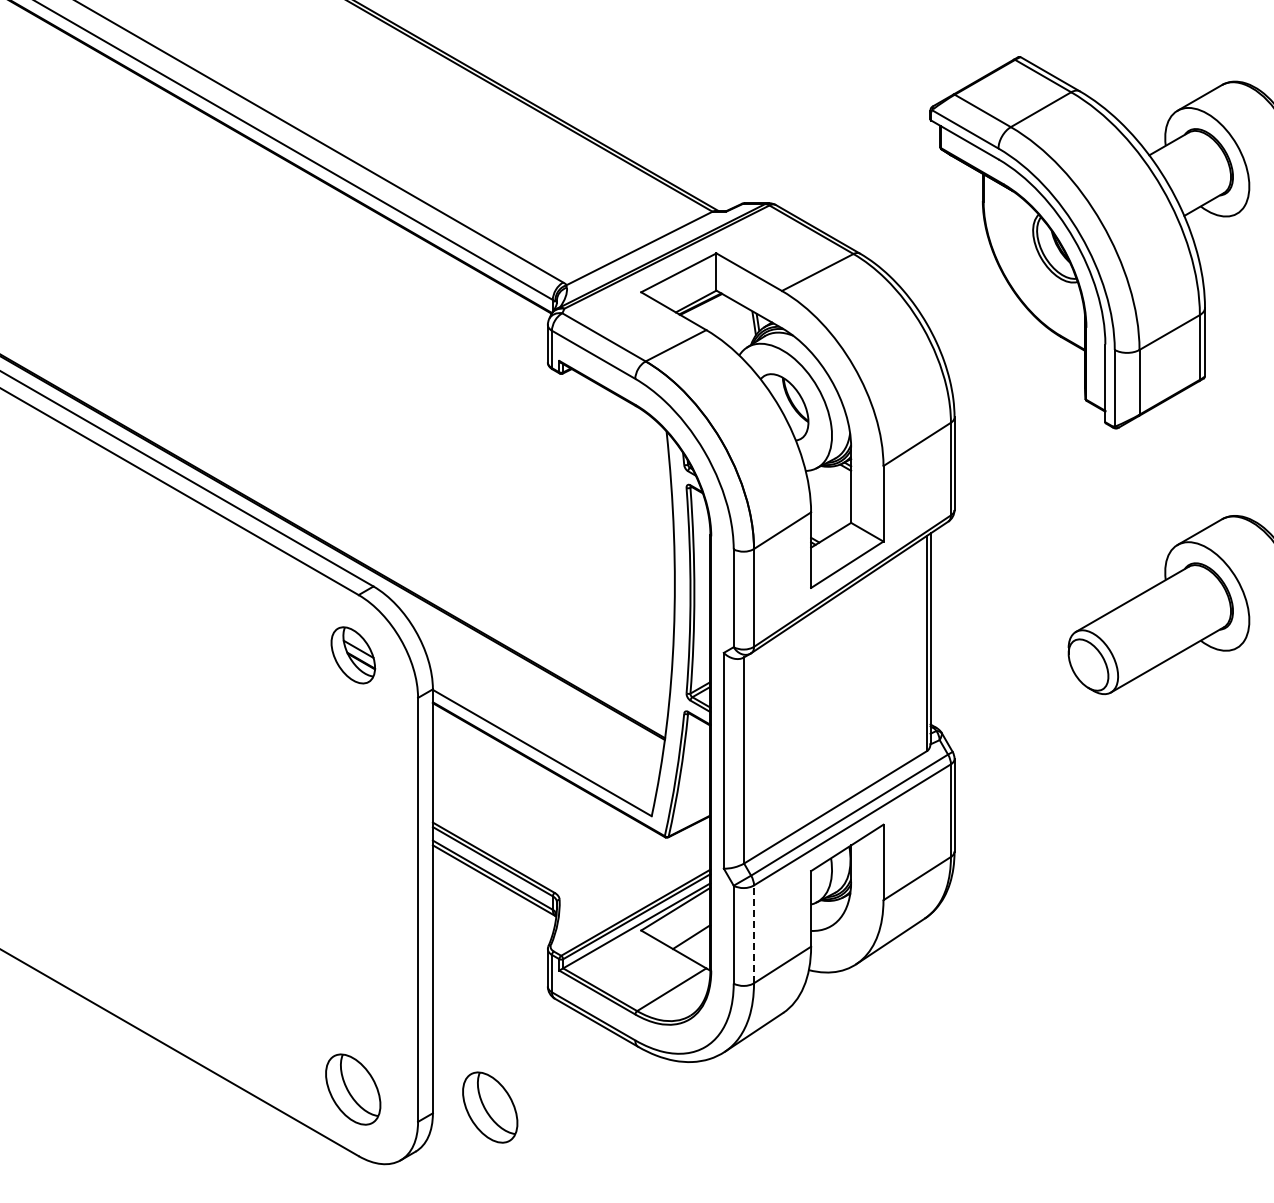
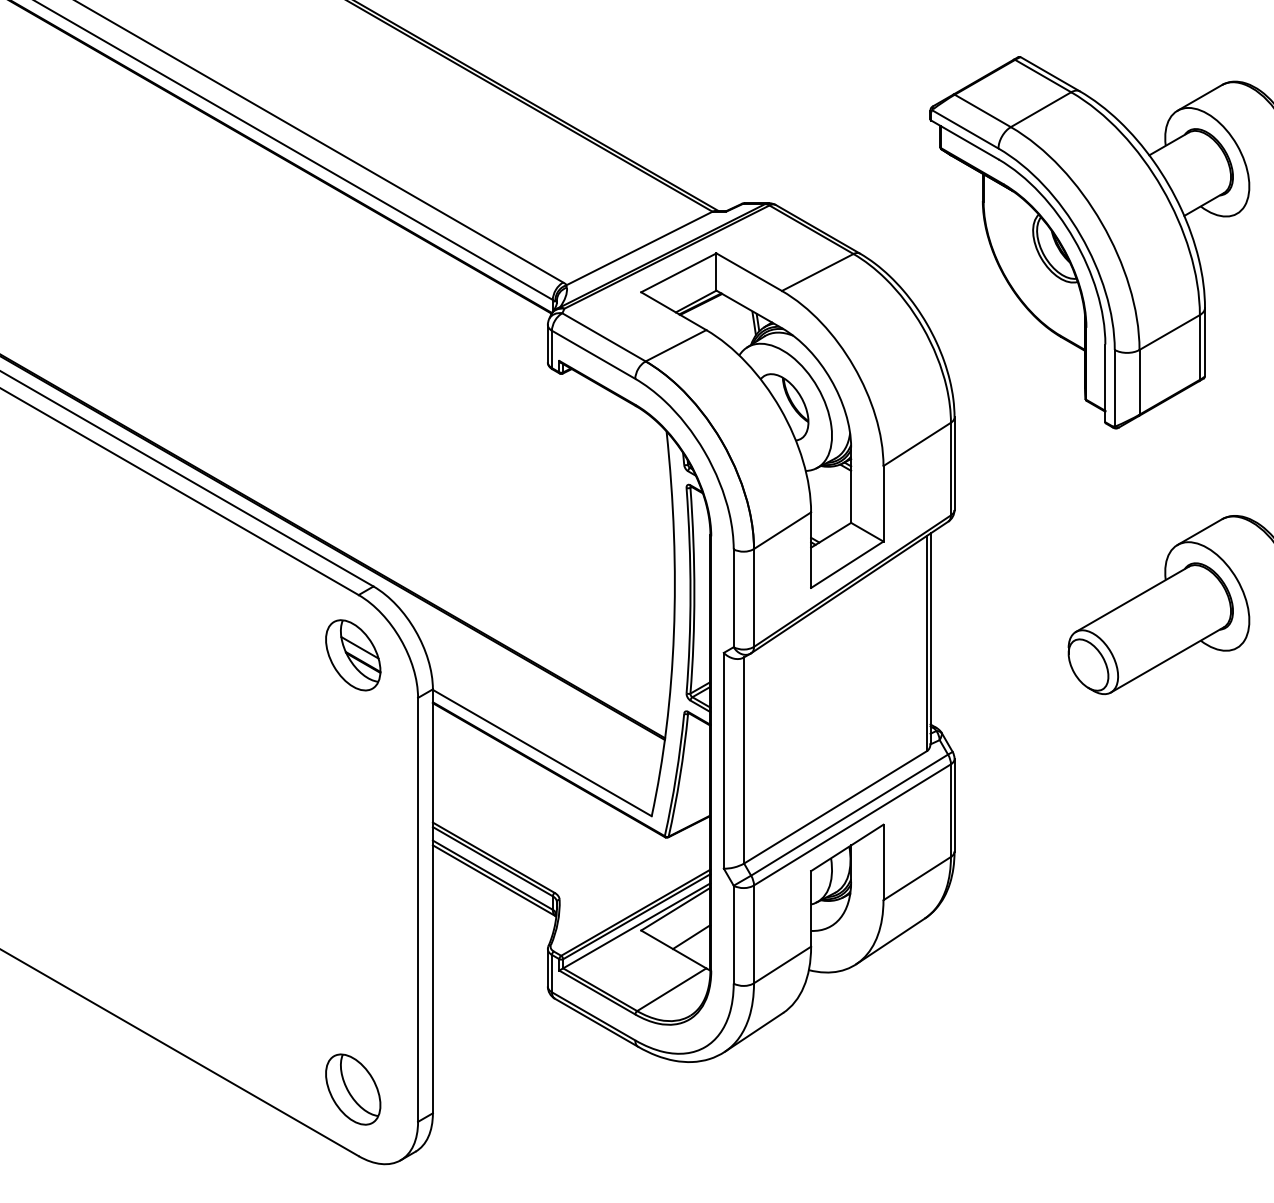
part at (353, 655) size: 47x59 px -> 57x73 px
line at (754, 934): dashed -> solid
part at (490, 1107): present -> none
